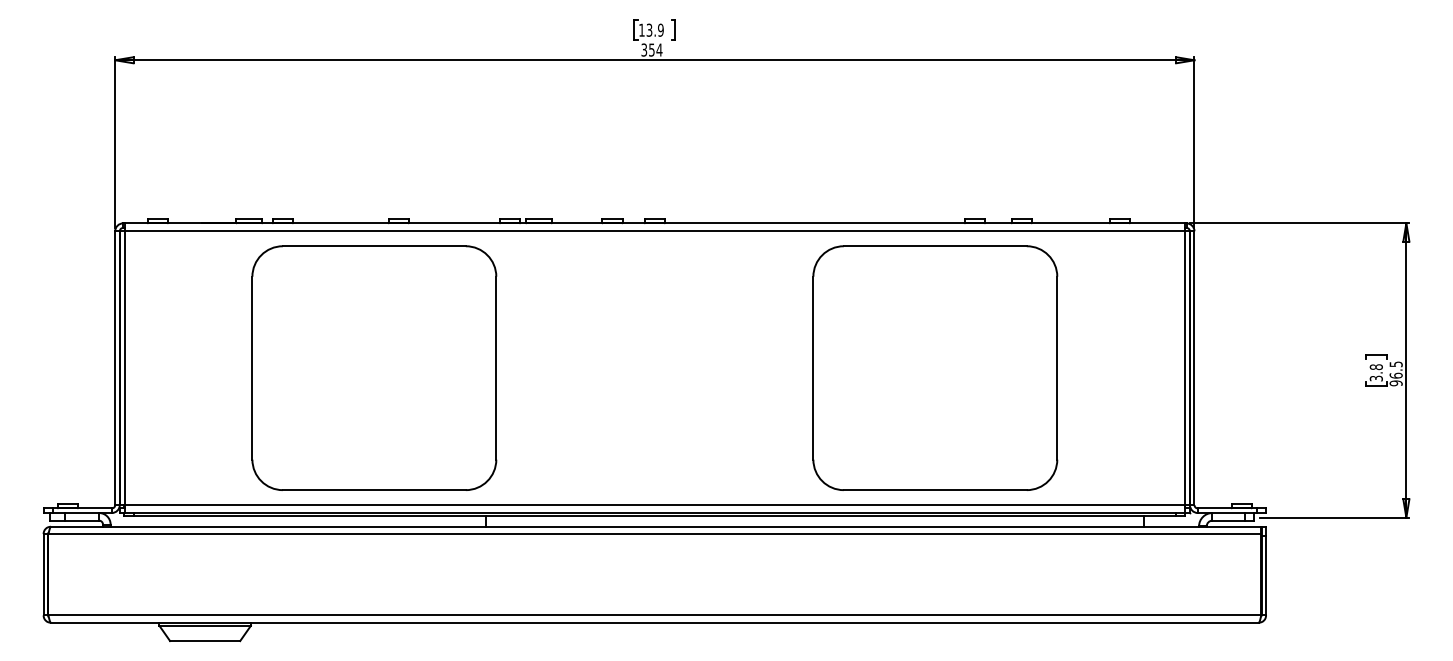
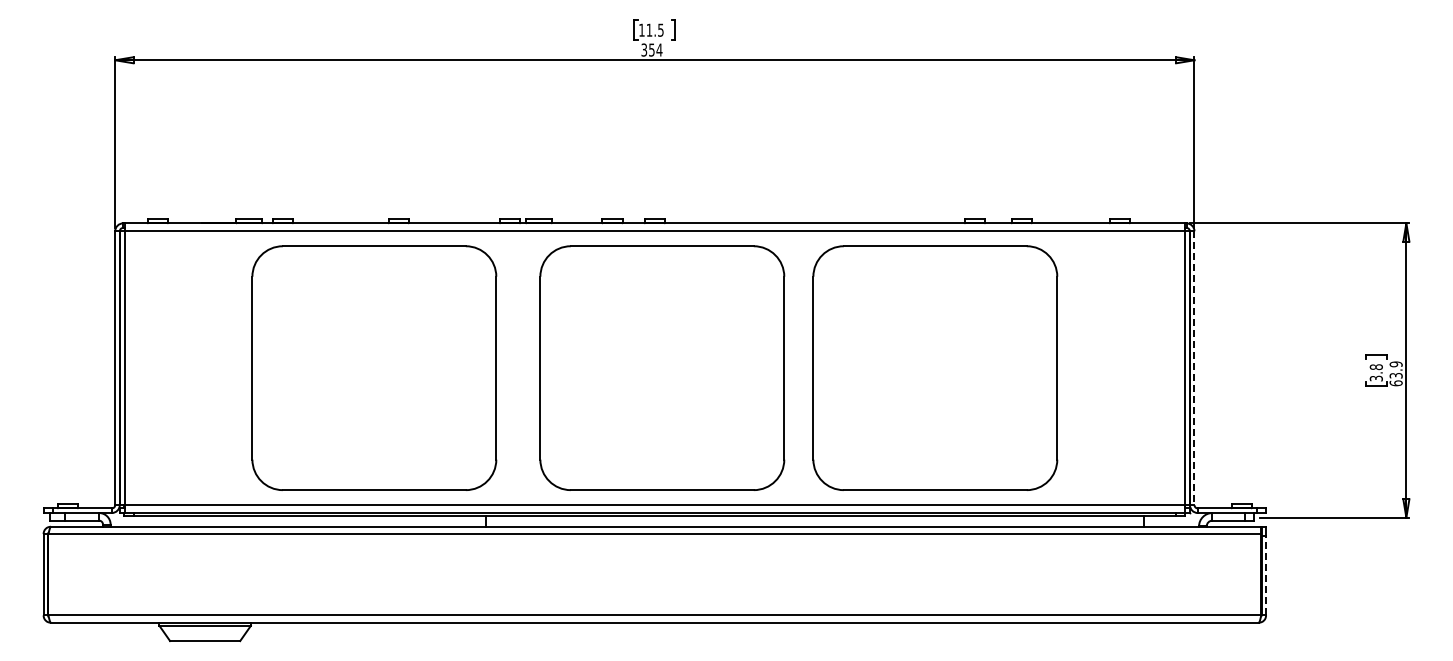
text at (654, 29): 13.9 -> 11.5
part at (662, 367): none -> present
line at (1194, 368): solid -> dashed
text at (1395, 373): 96.5 -> 63.9
line at (1266, 575): solid -> dashed
